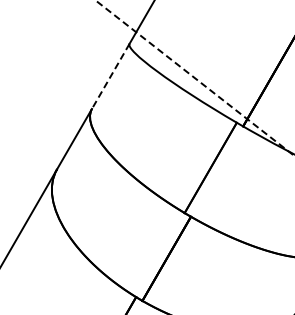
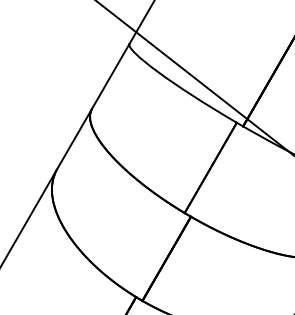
line at (110, 76): dashed -> solid
line at (195, 78): dashed -> solid
